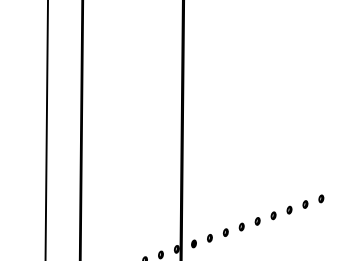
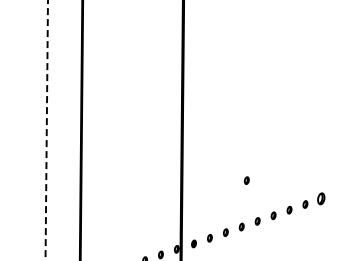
line at (46, 129): solid -> dashed
part at (246, 180): none -> present
part at (321, 198) size: 7x10 px -> 9x14 px
